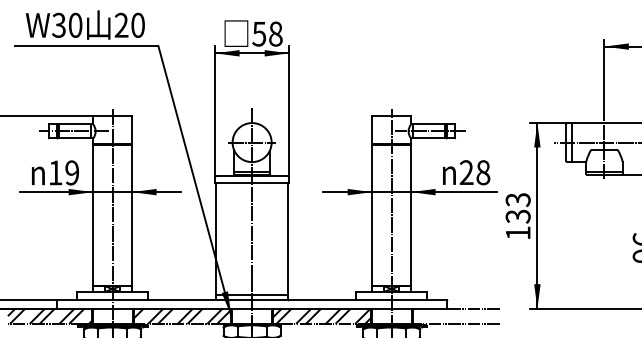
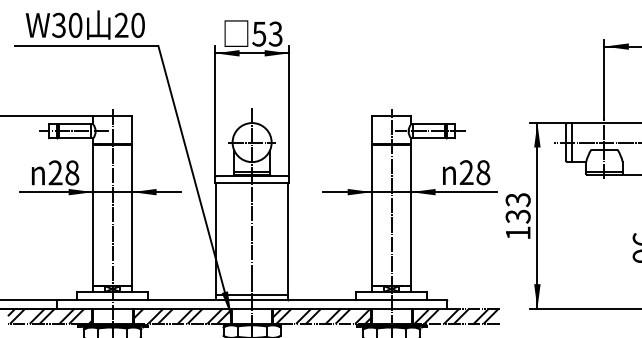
text at (275, 33): 58 -> 53
text at (63, 172): 19 -> 28
hatch at (456, 315): none -> present
